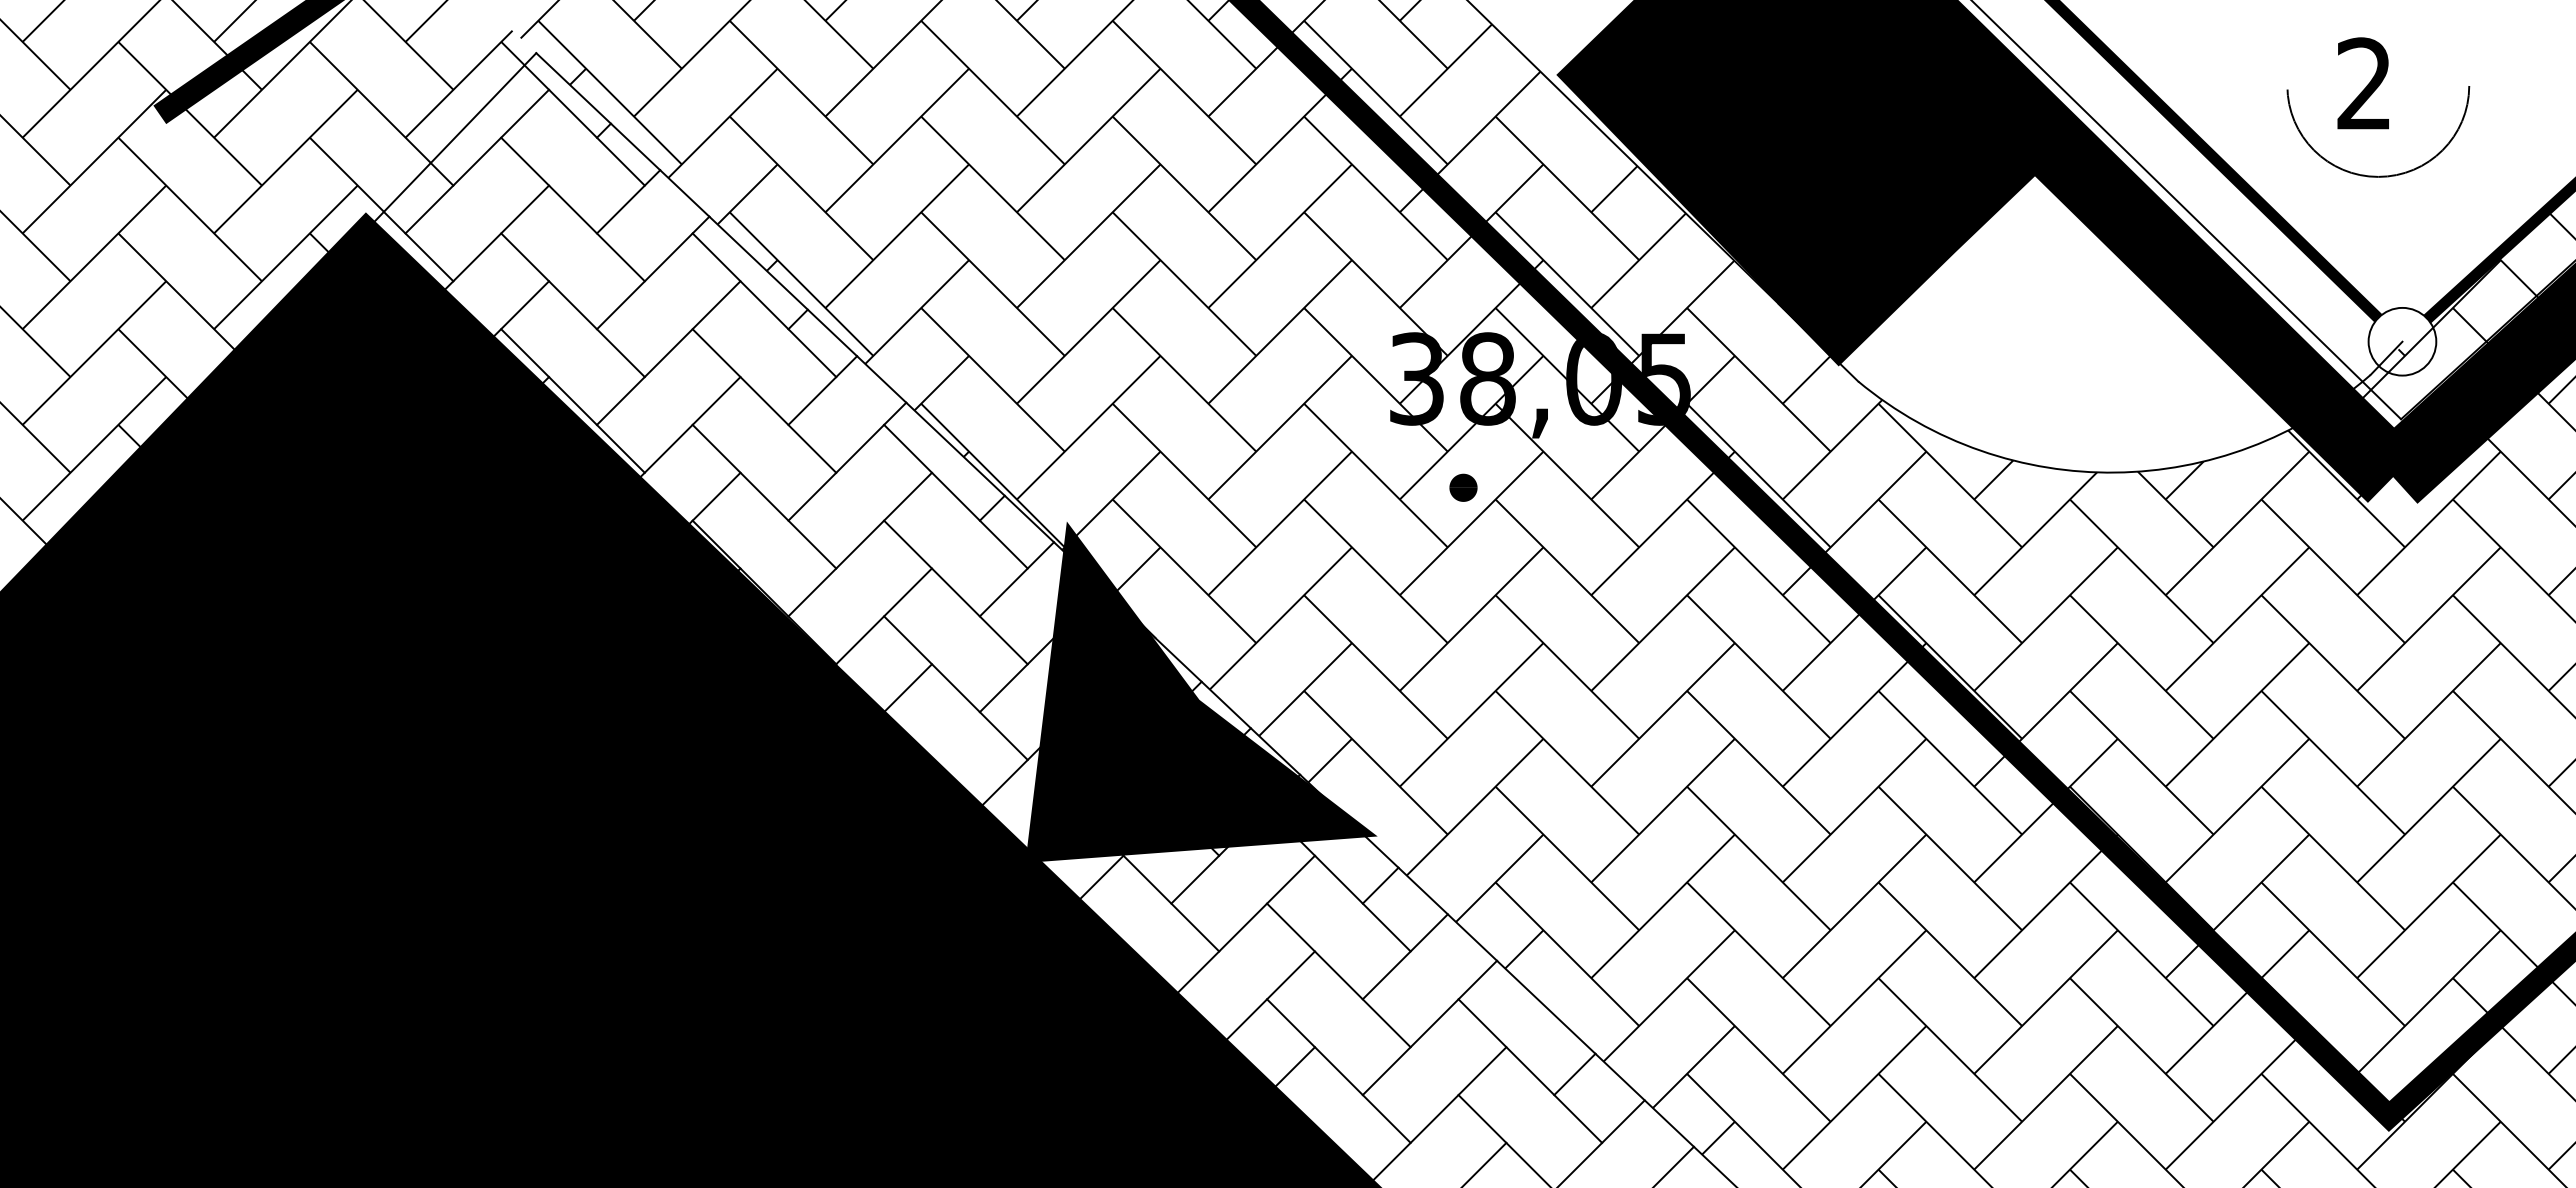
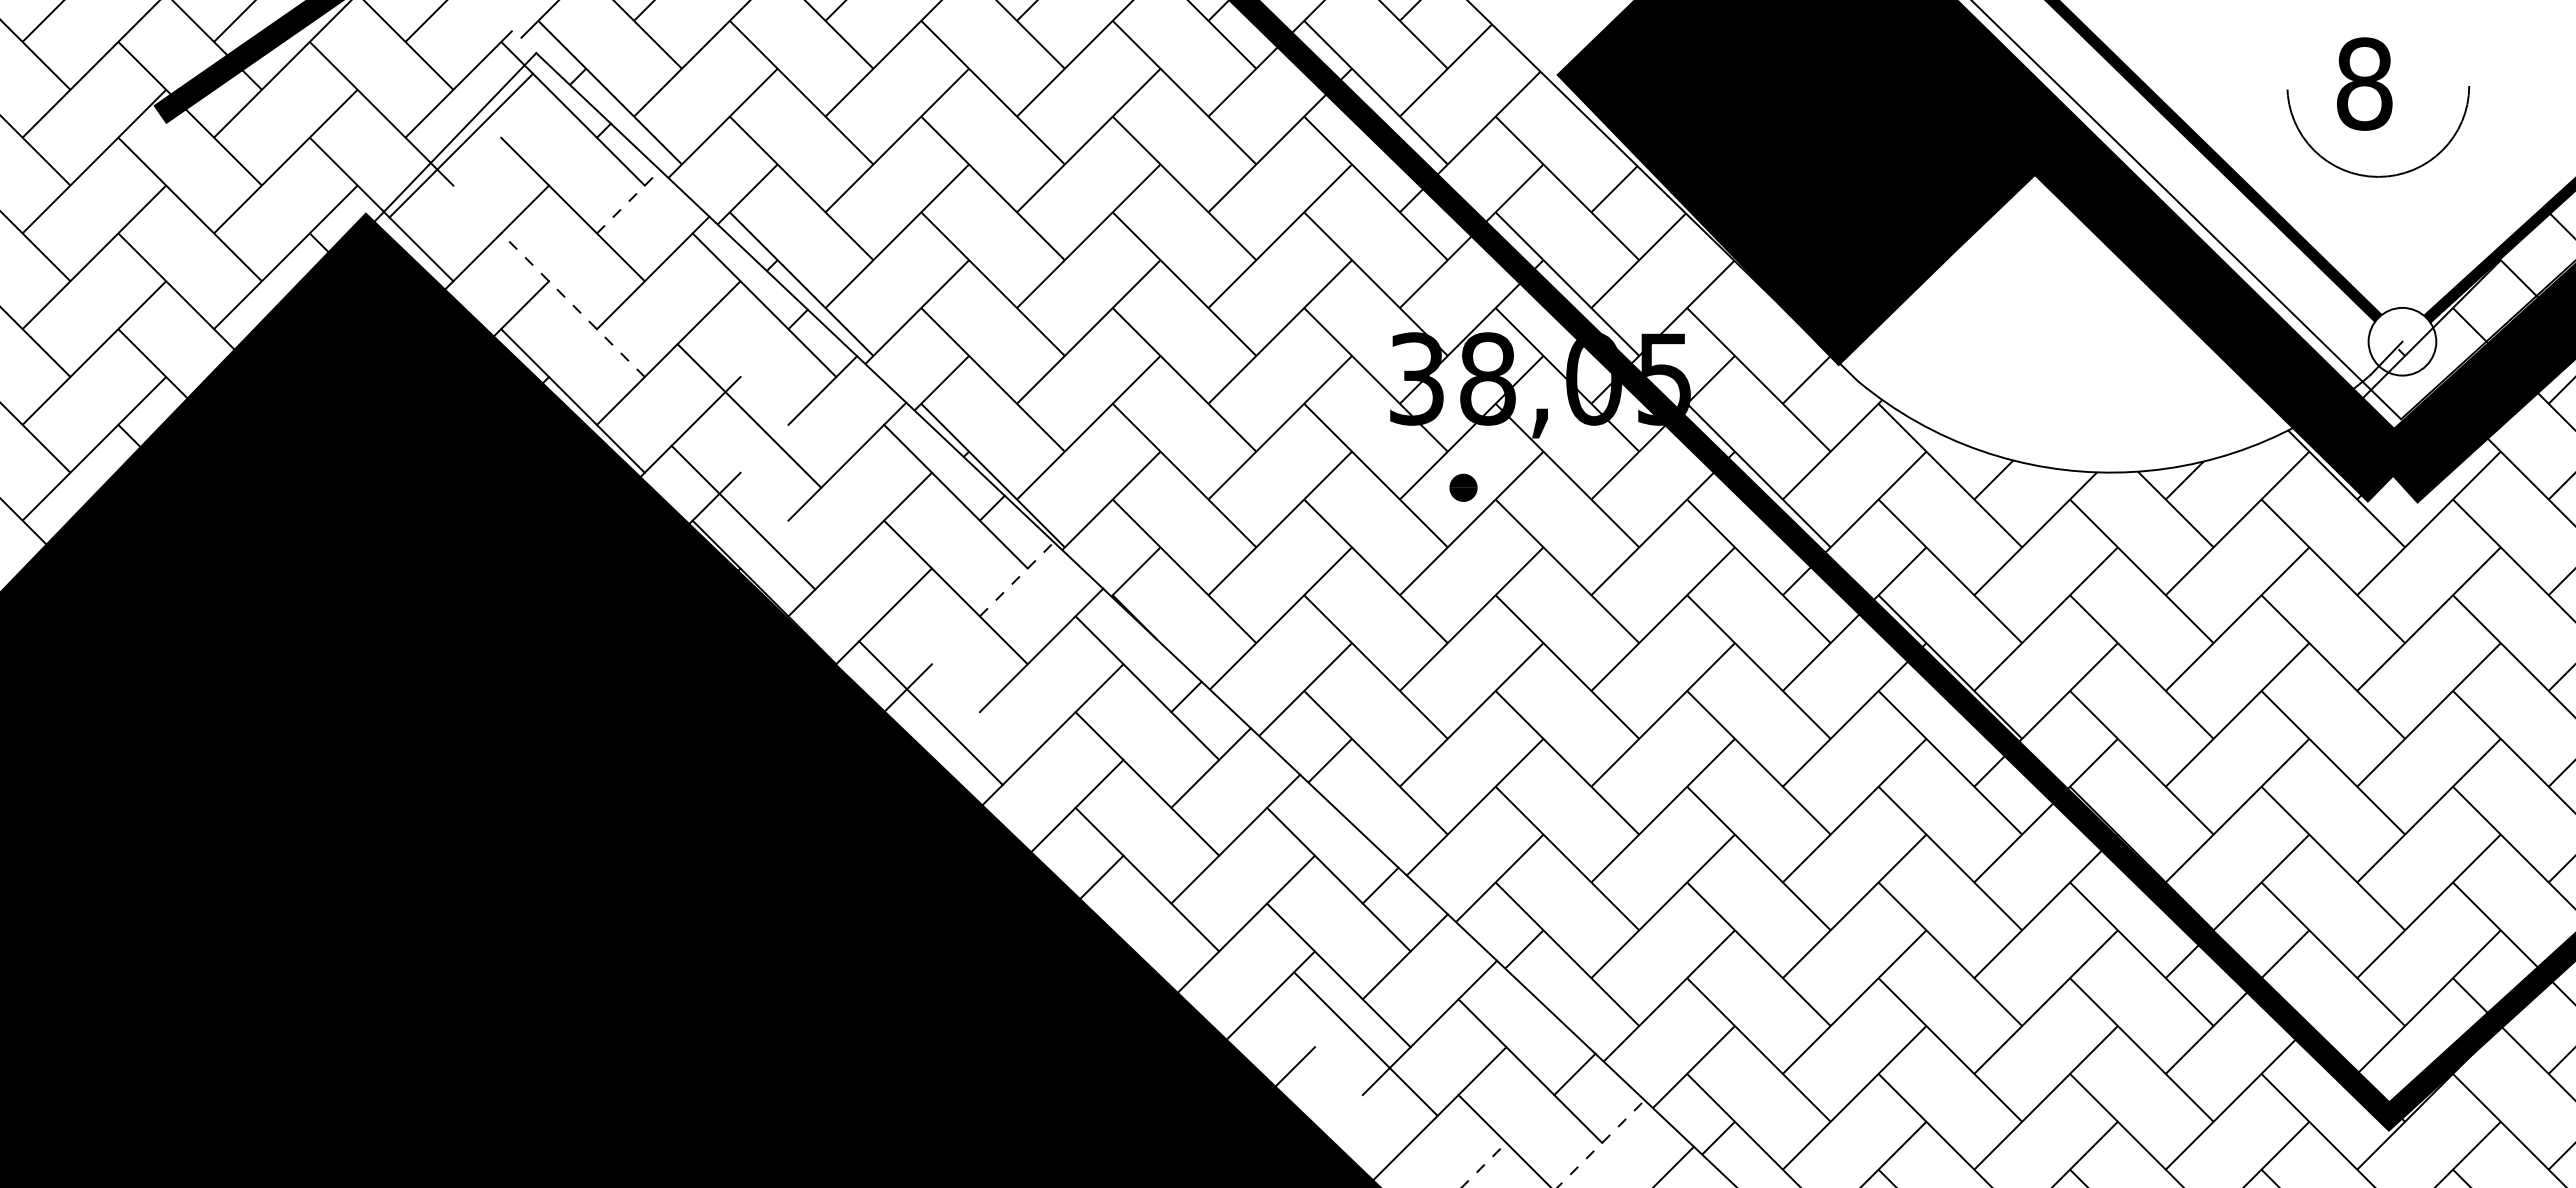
text at (2364, 83): 2 -> 8
line at (477, 161) position: (477, 161) -> (461, 145)
line at (628, 201): solid -> dashed
line at (573, 305): solid -> dashed
line at (764, 400) position: (764, 400) -> (749, 415)
line at (764, 496) position: (764, 496) -> (743, 517)
line at (1017, 578): solid -> dashed
line at (955, 687) position: (955, 687) -> (930, 712)
fill at (1201, 691): present -> none
line at (1338, 1070) position: (1338, 1070) -> (1365, 1043)
line at (1600, 1144): solid -> dashed
line at (1483, 1165): solid -> dashed
